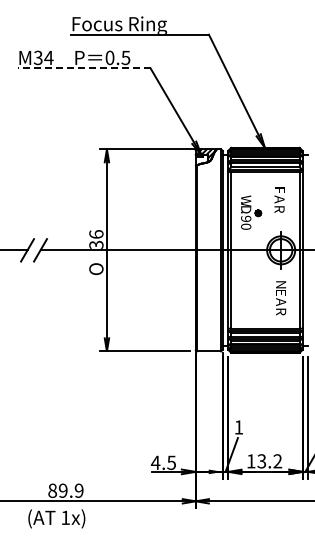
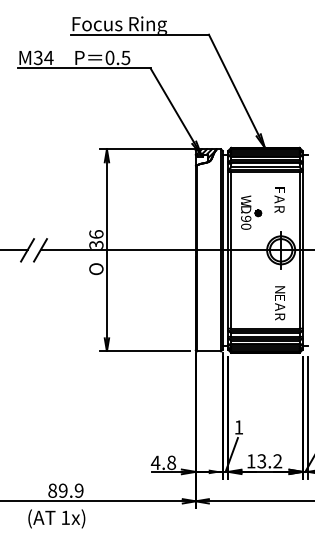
line at (84, 68): dashed -> solid
text at (281, 298) position: (281, 298) -> (280, 303)
text at (171, 462): 4.5 -> 4.8
